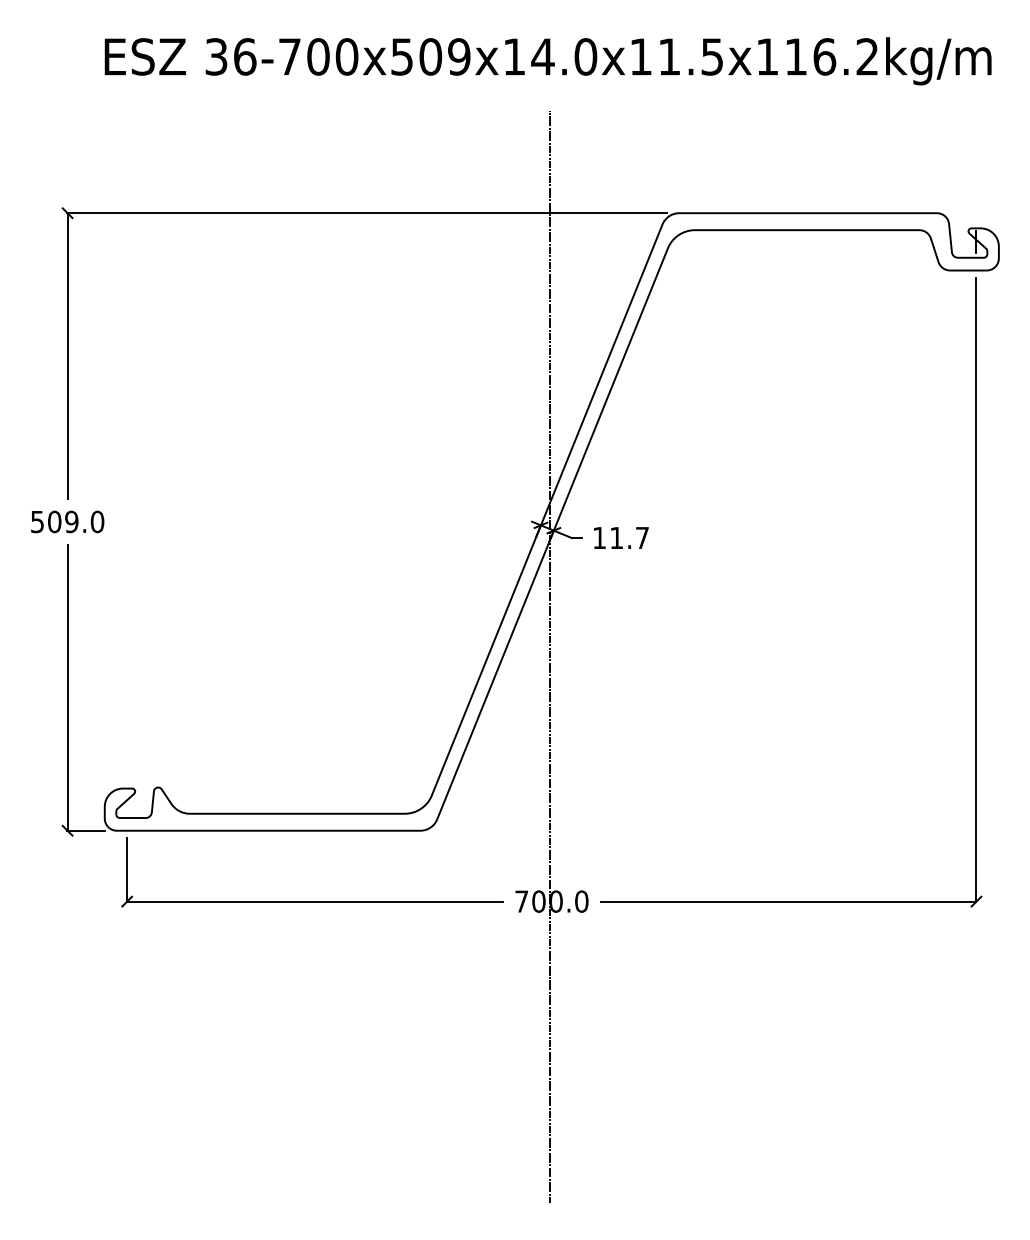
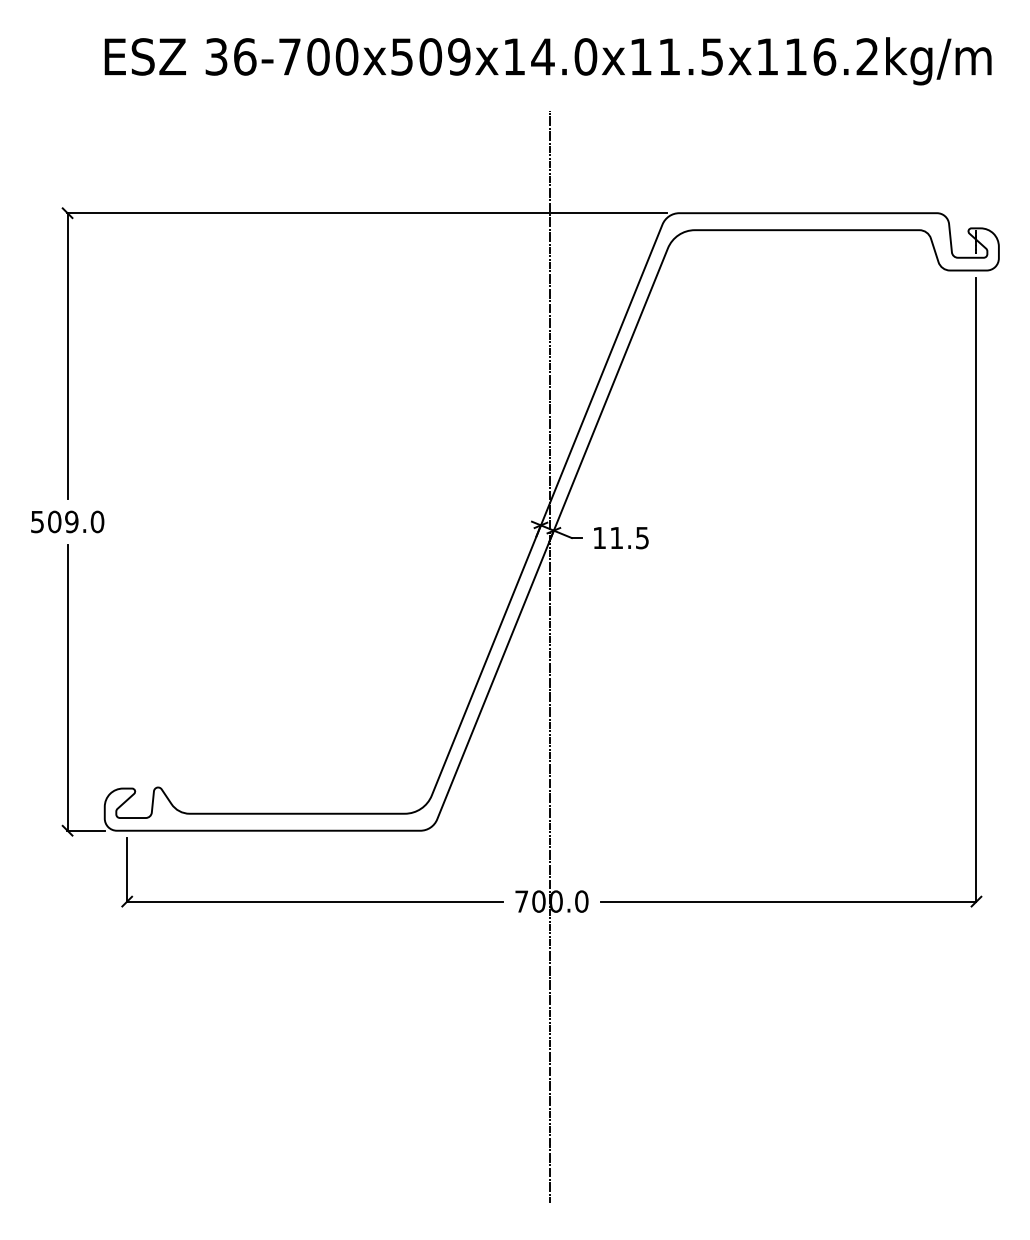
text at (642, 538): 11.7 -> 11.5
